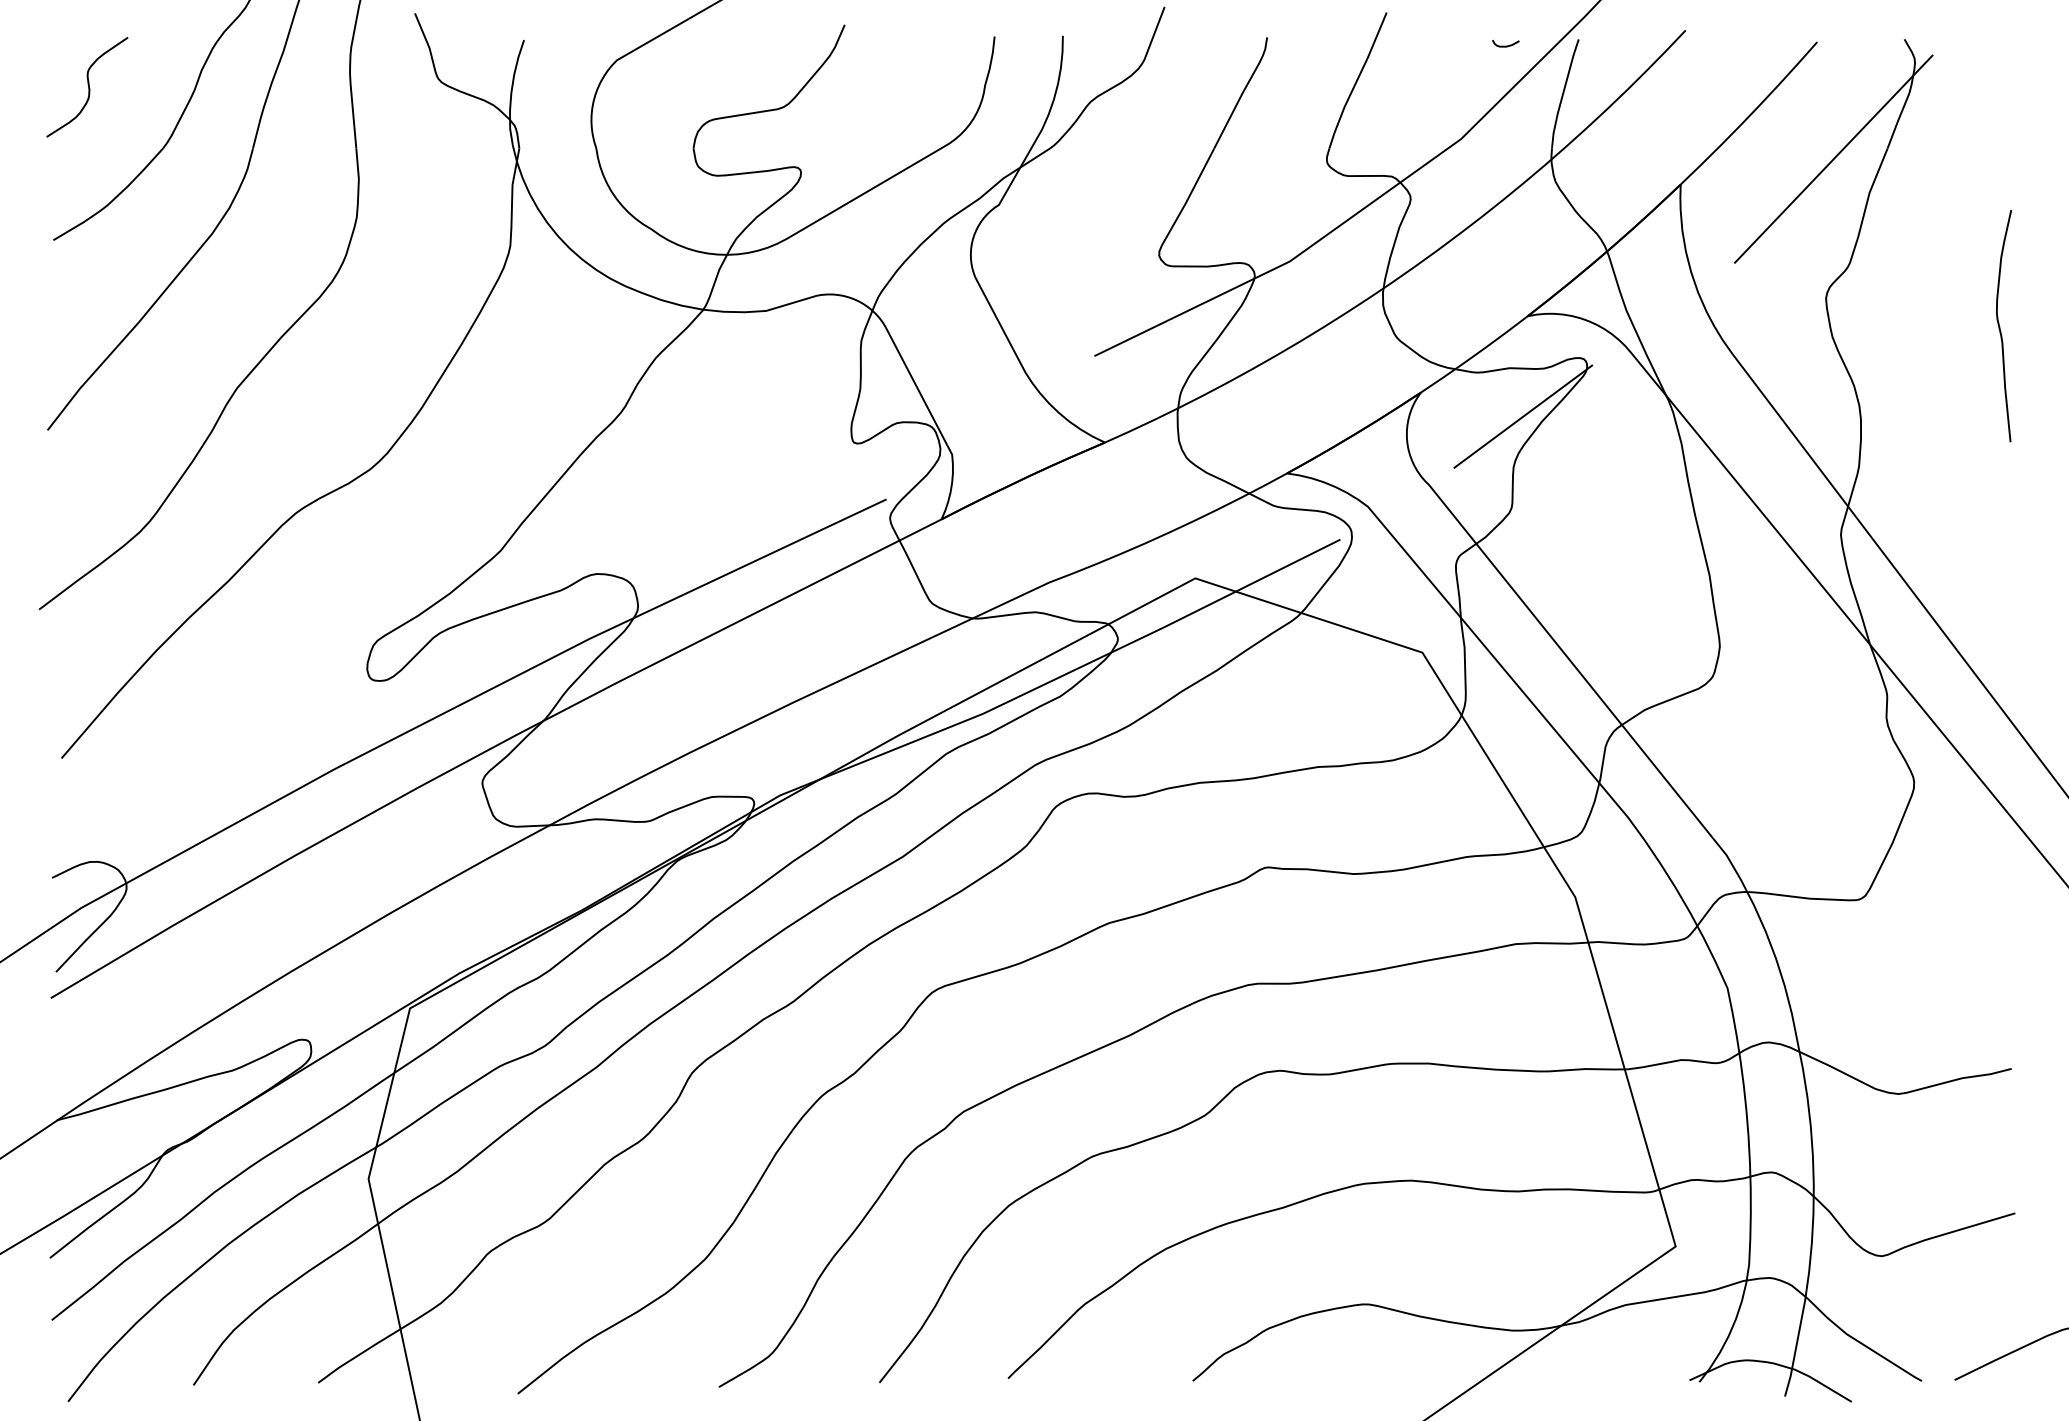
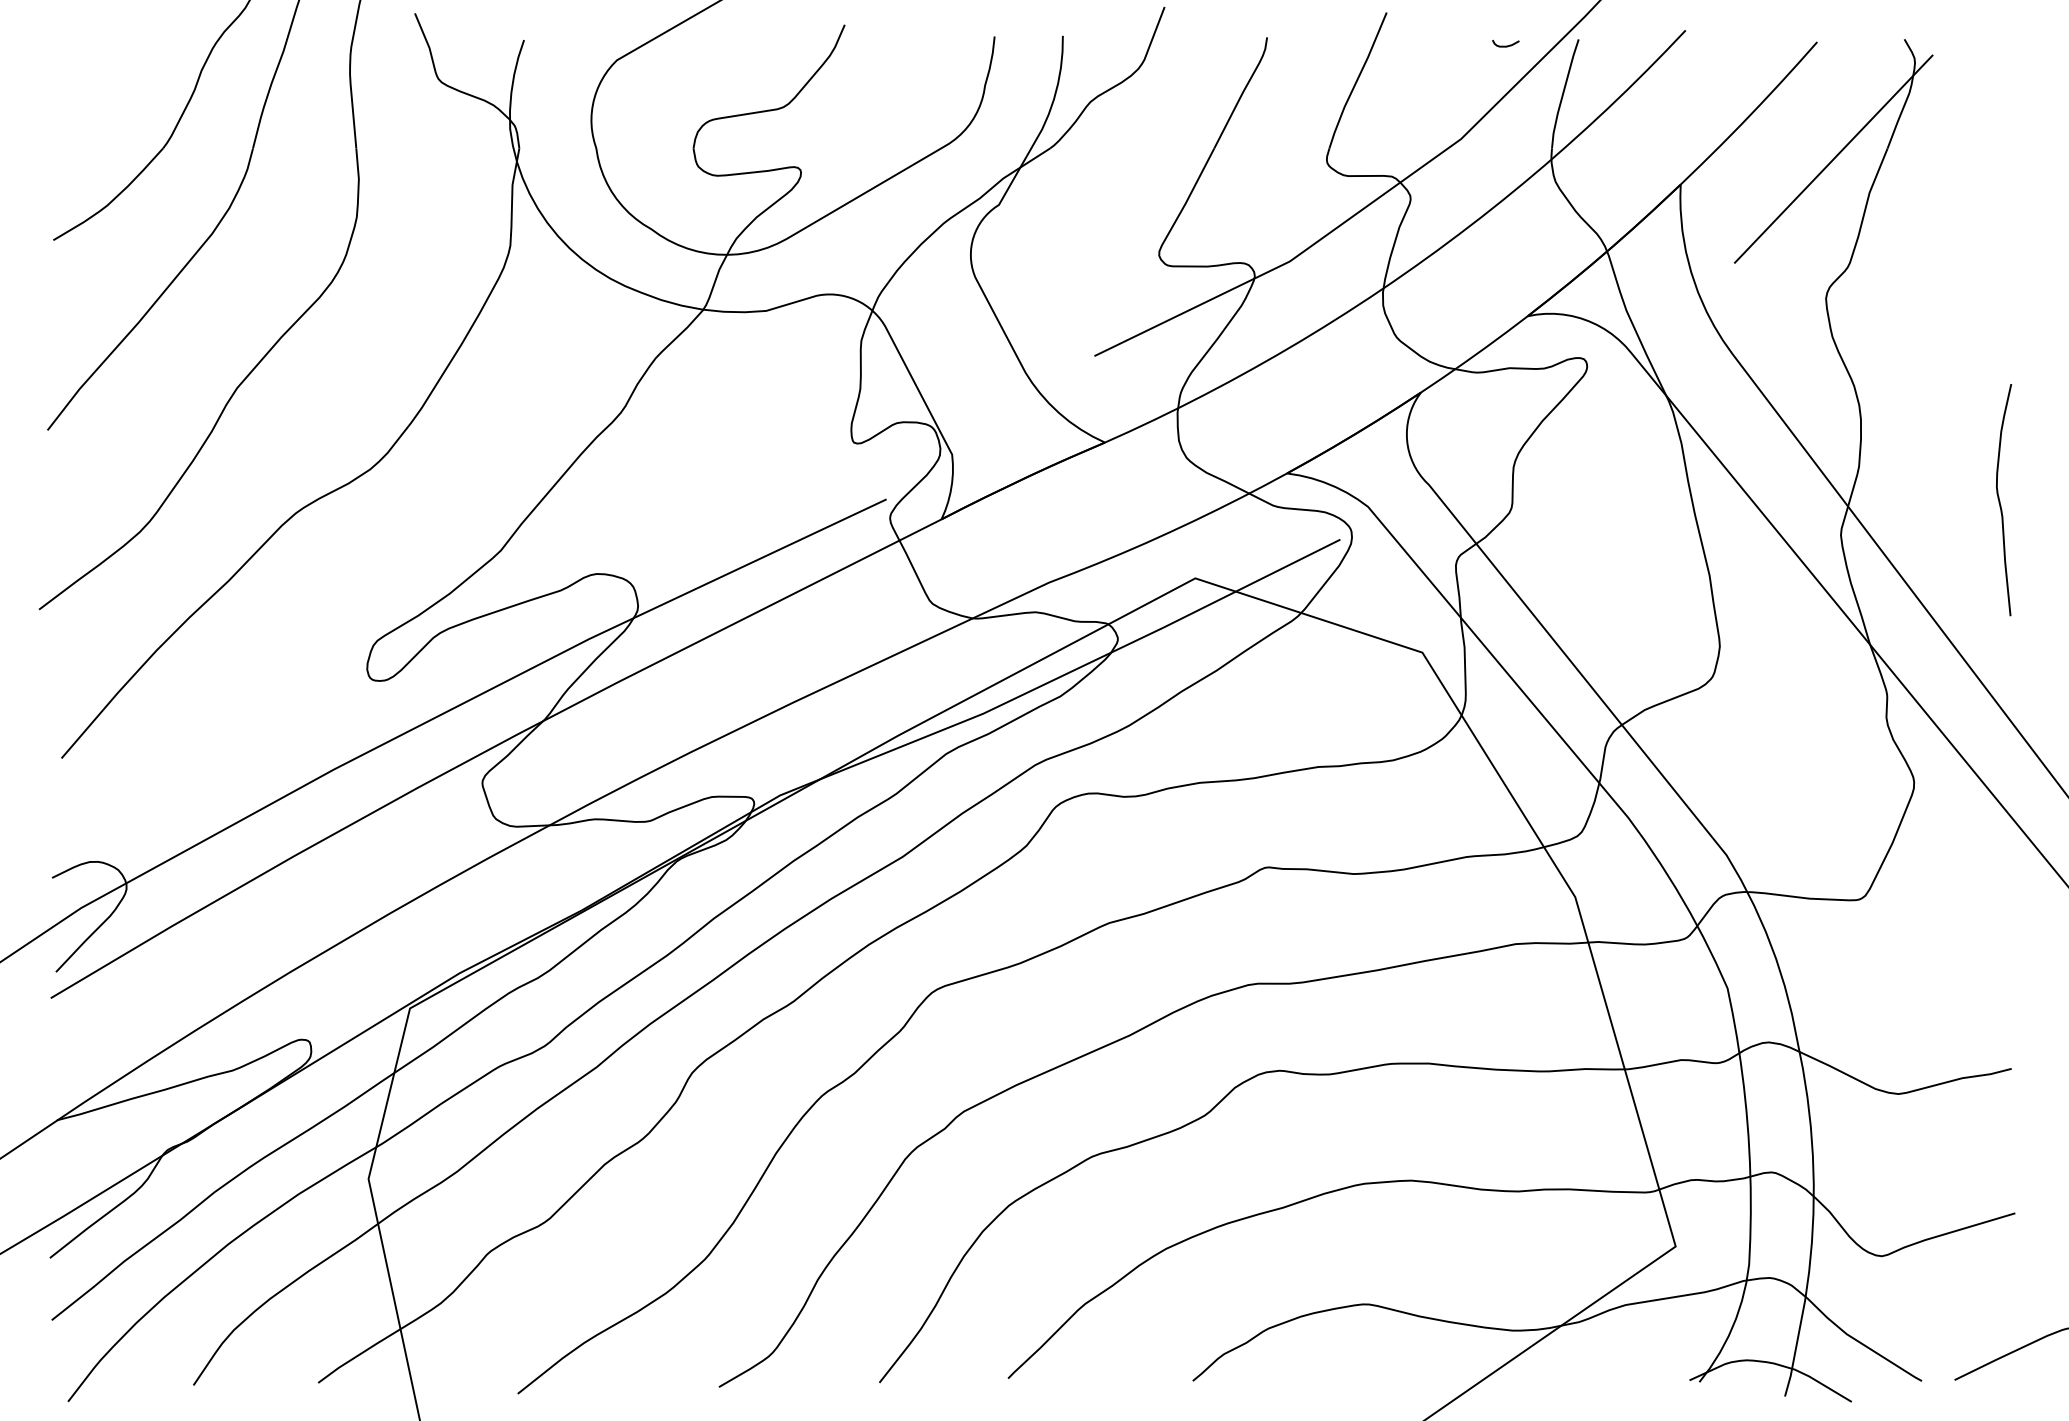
curve at (88, 87): present -> none
curve at (2000, 326) position: (2000, 326) -> (2000, 500)
line at (1523, 416): present -> none
